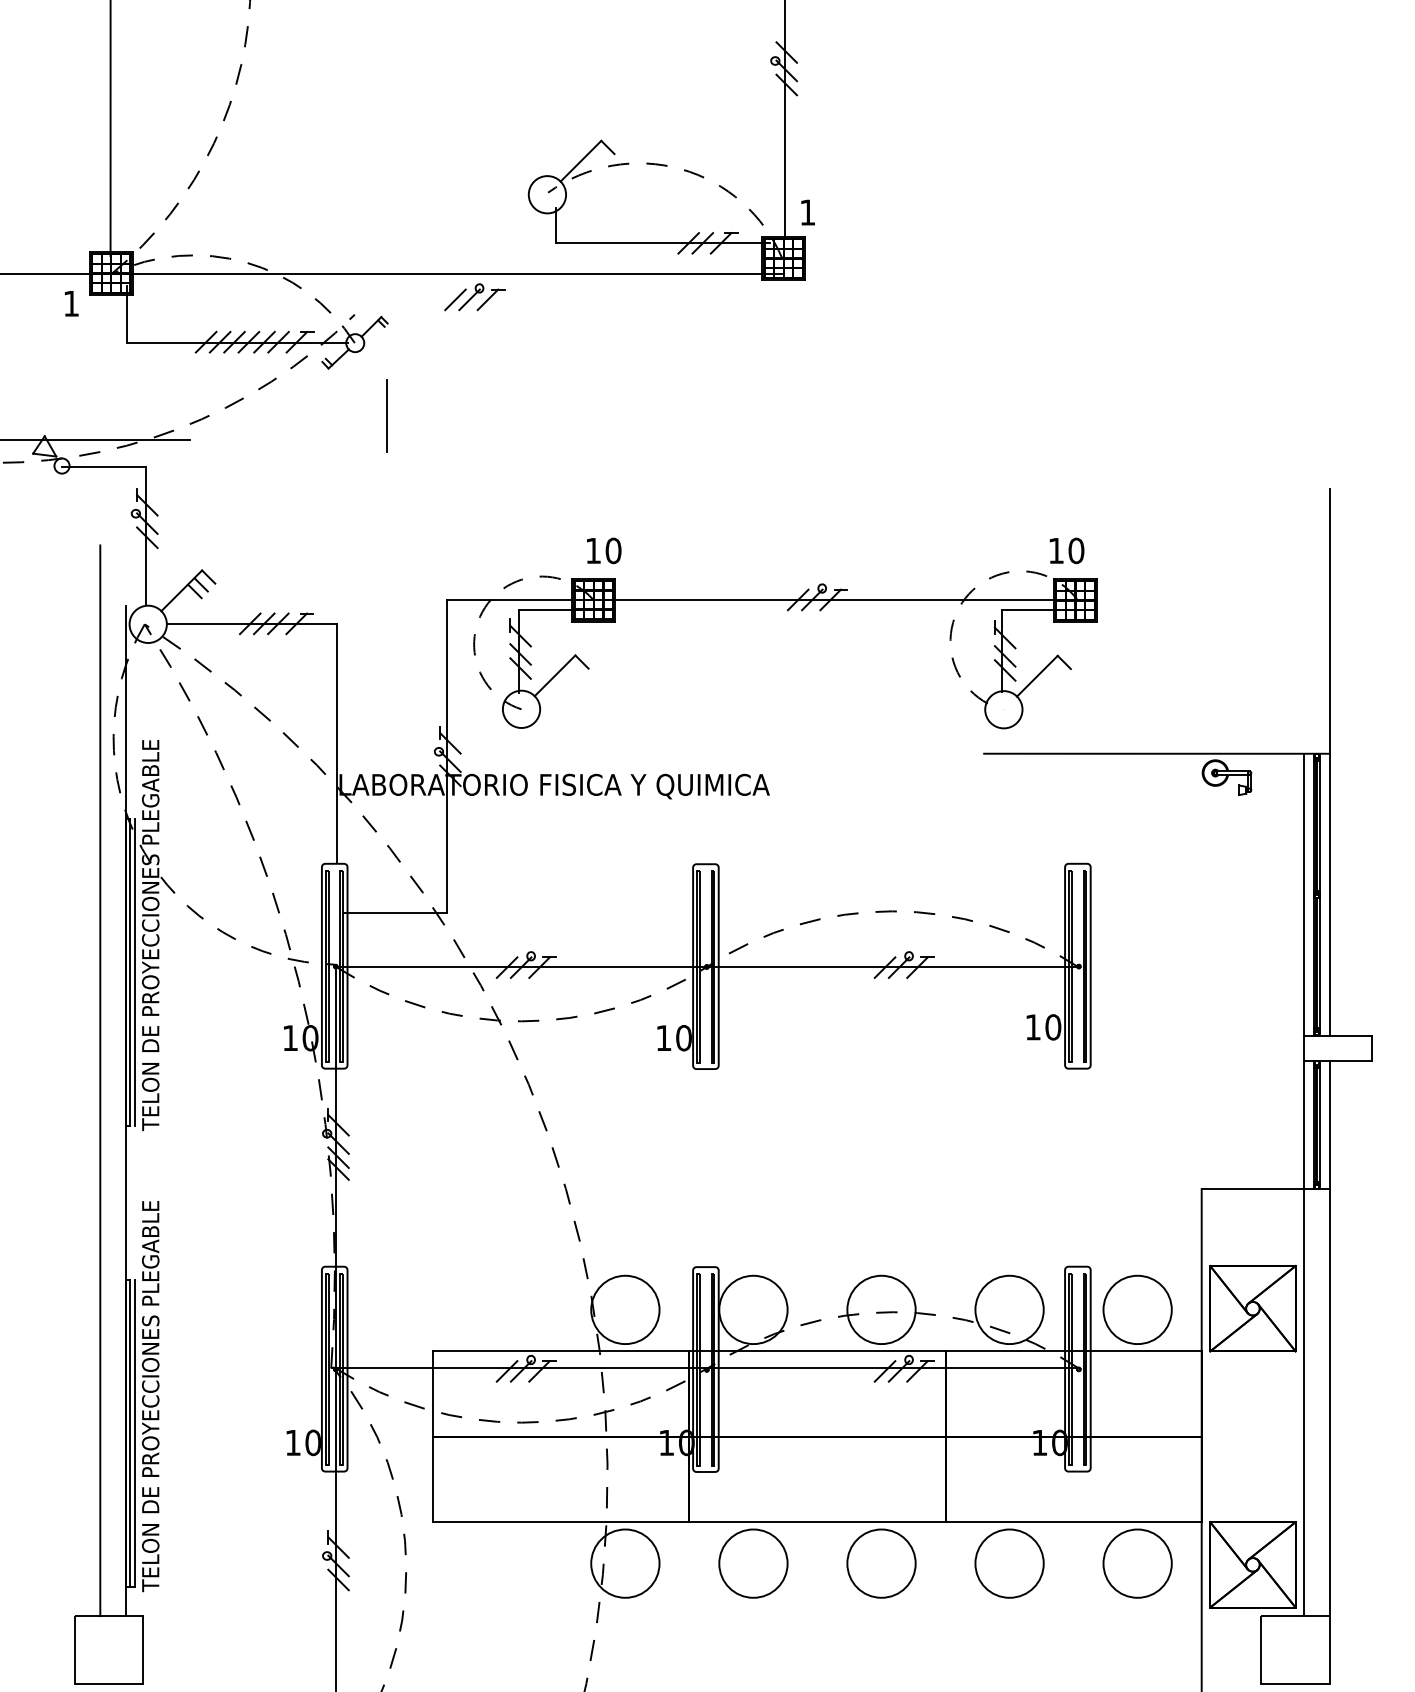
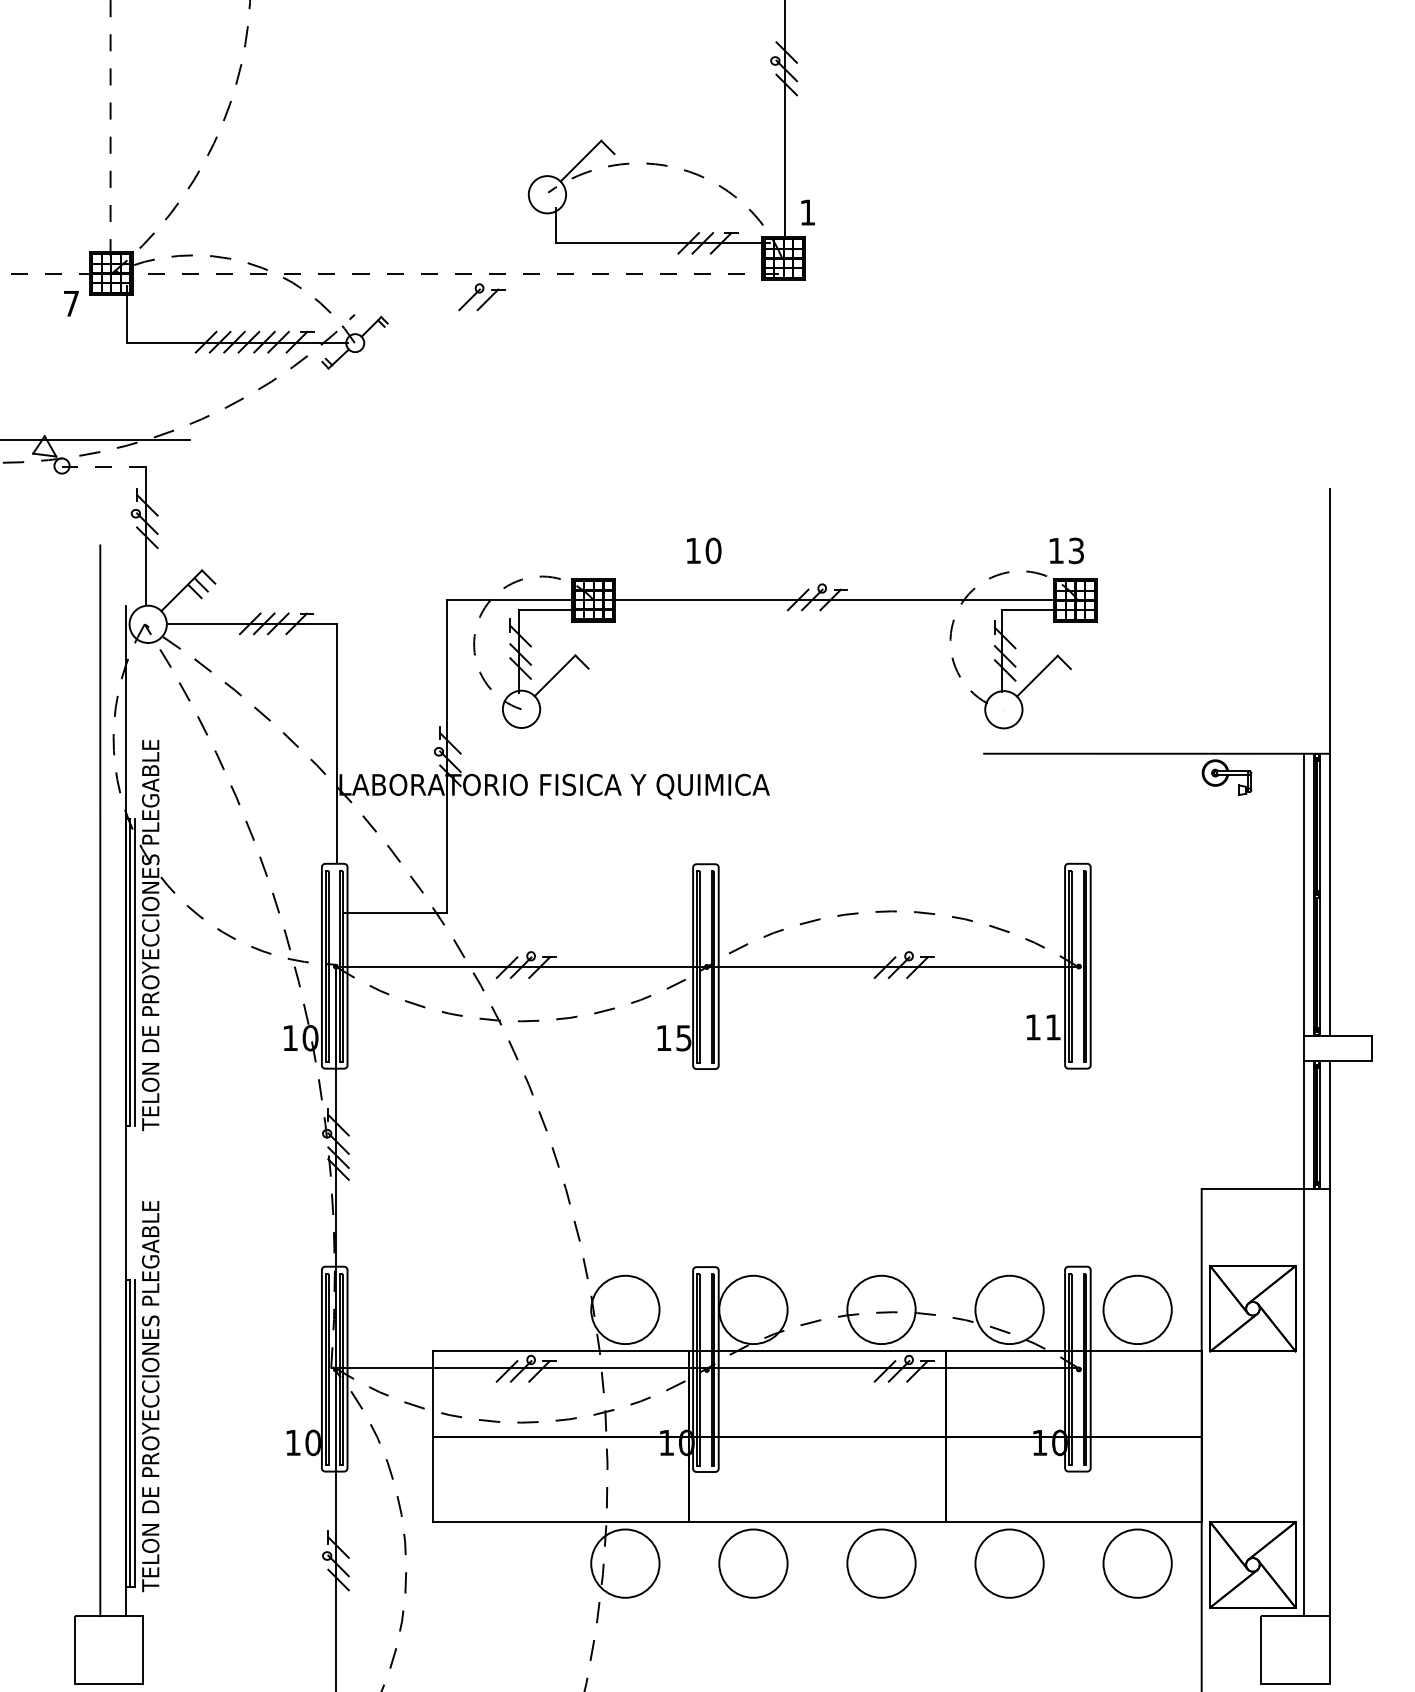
line at (110, 128): solid -> dashed
line at (392, 273): solid -> dashed
line at (455, 299): present -> none
text at (71, 303): 1 -> 7
line at (386, 415): present -> none
line at (103, 467): solid -> dashed
text at (604, 550) position: (604, 550) -> (704, 550)
text at (1076, 550): 10 -> 13
text at (1053, 1027): 10 -> 11
text at (683, 1038): 10 -> 15
